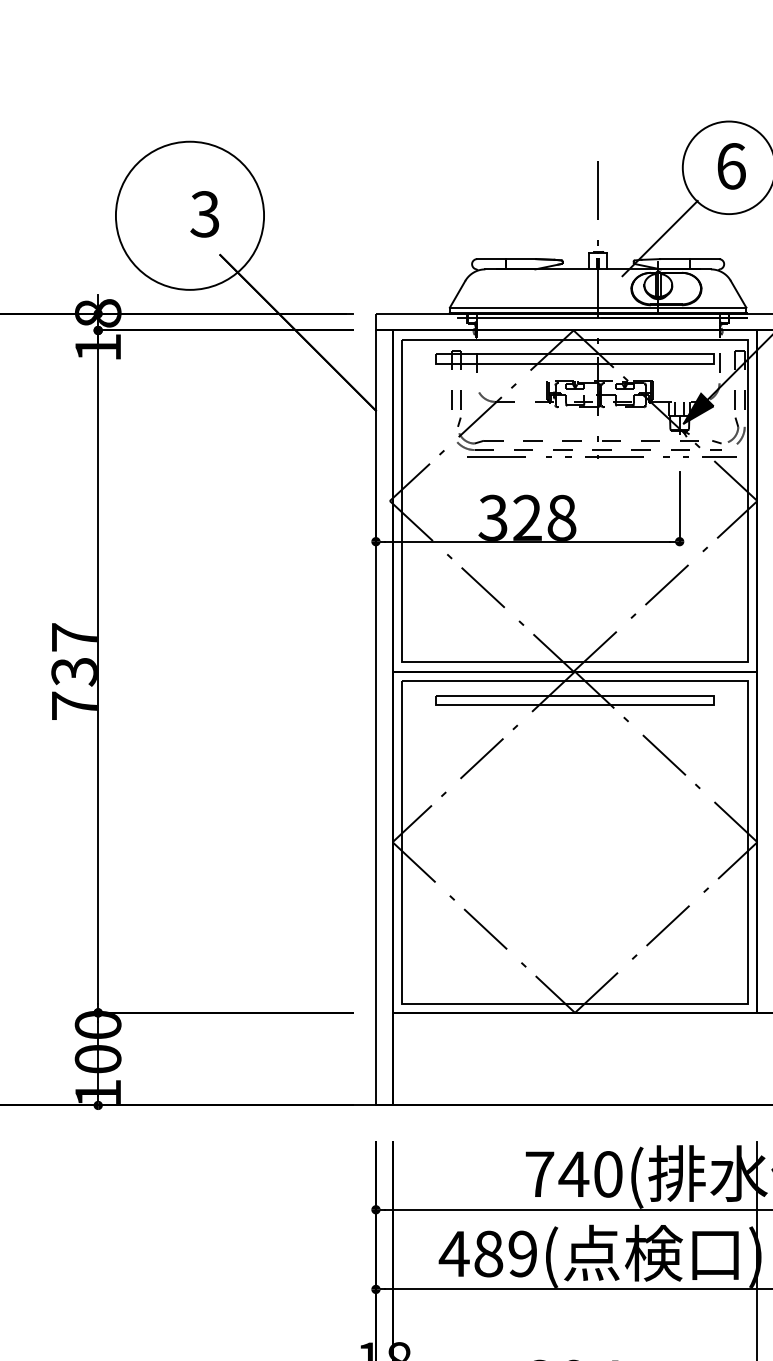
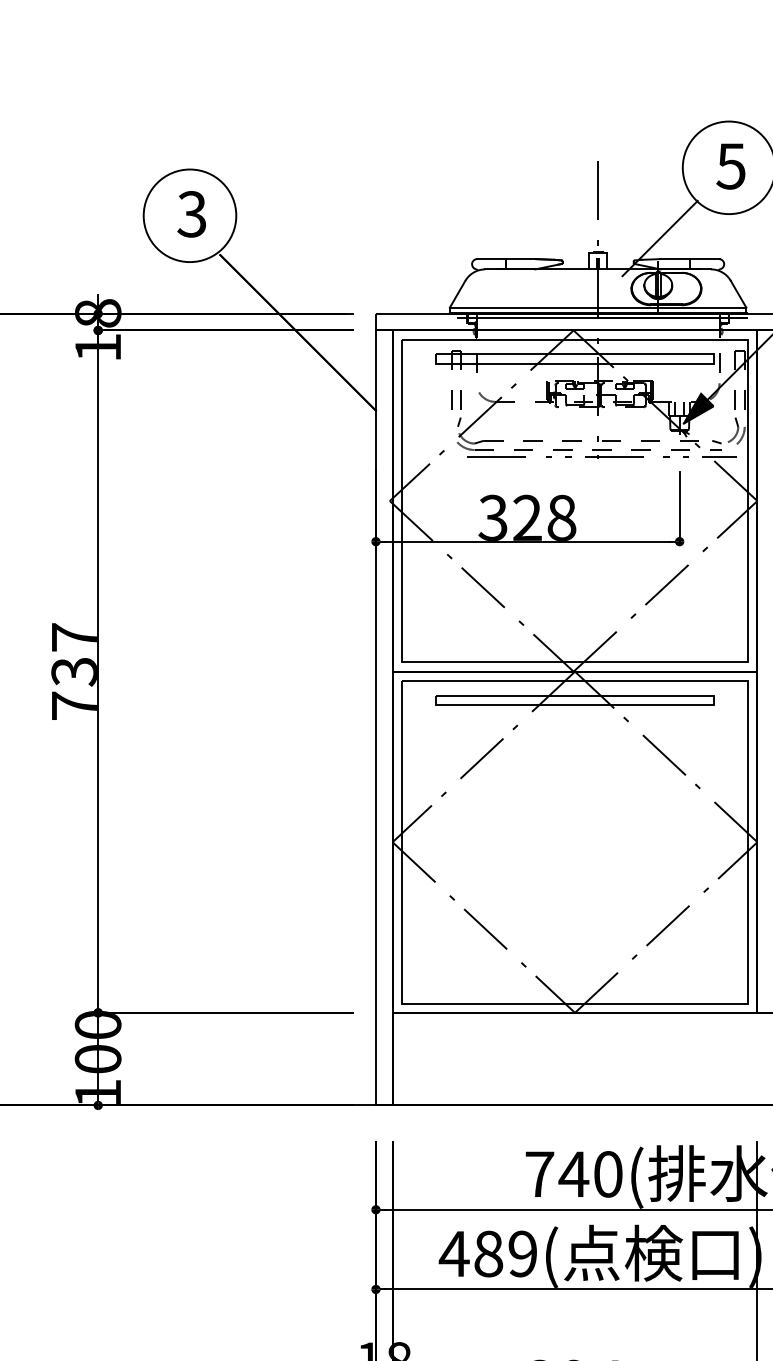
text at (730, 166): 6 -> 5
text at (204, 214) position: (204, 214) -> (191, 214)
circle at (189, 215) diameter: 148 px -> 93 px
